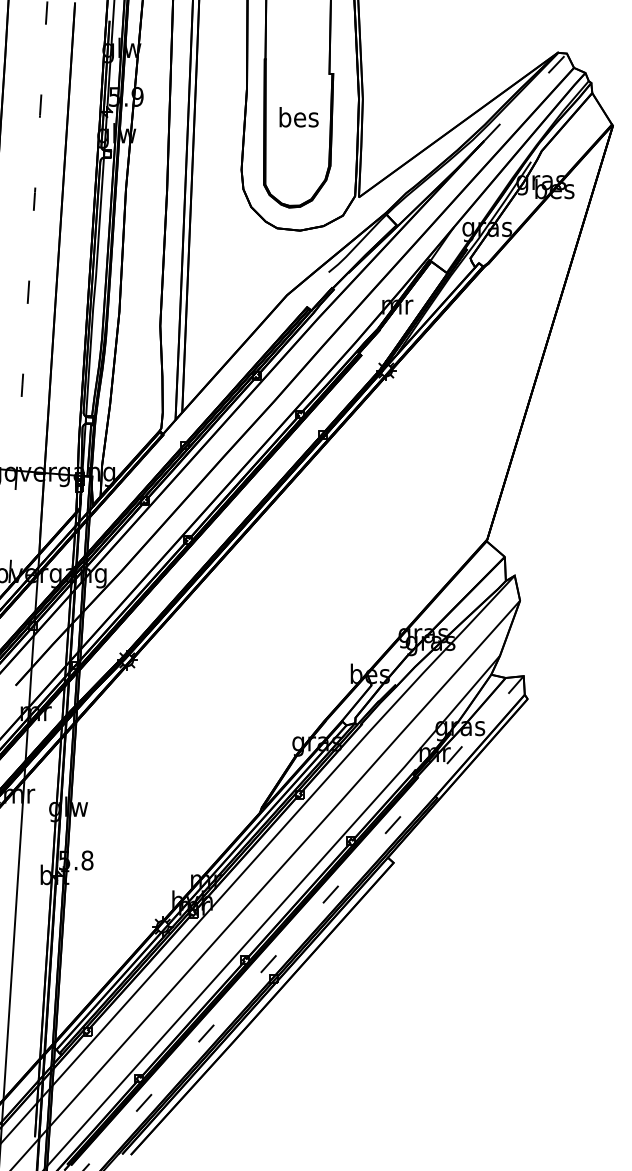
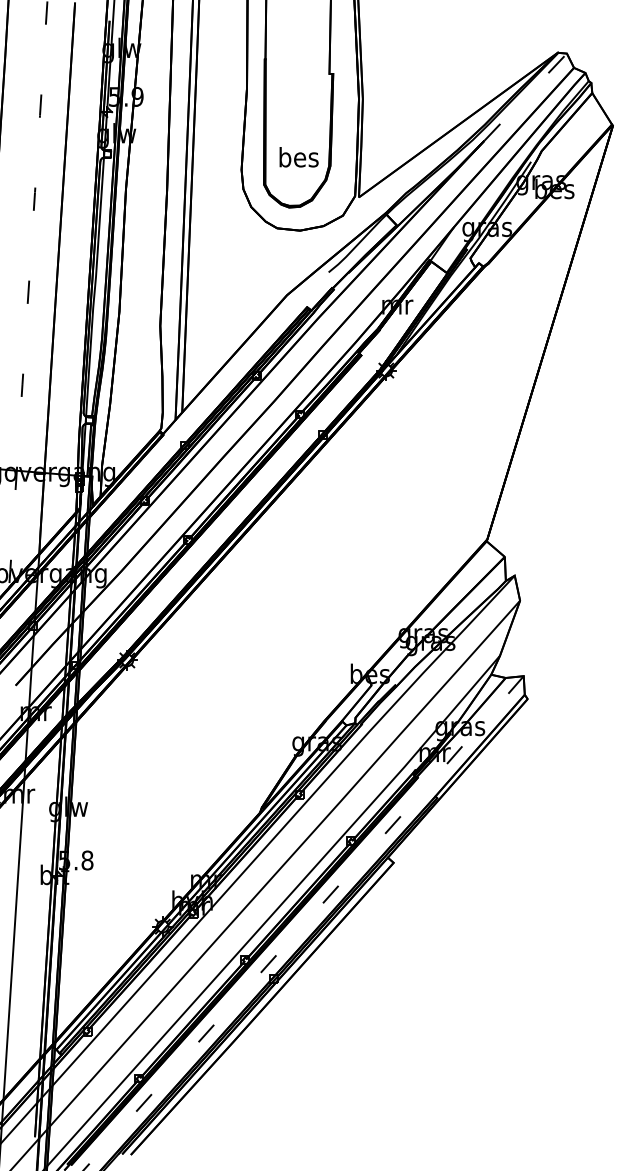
text at (298, 117) position: (298, 117) -> (298, 157)
